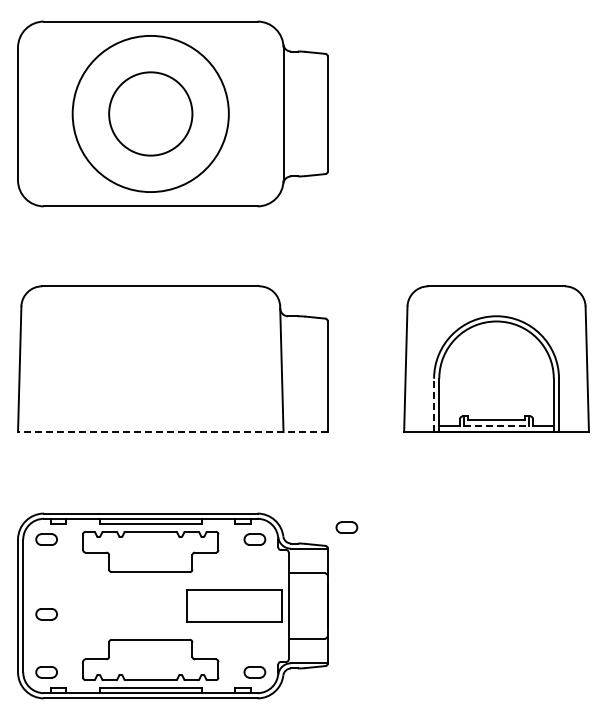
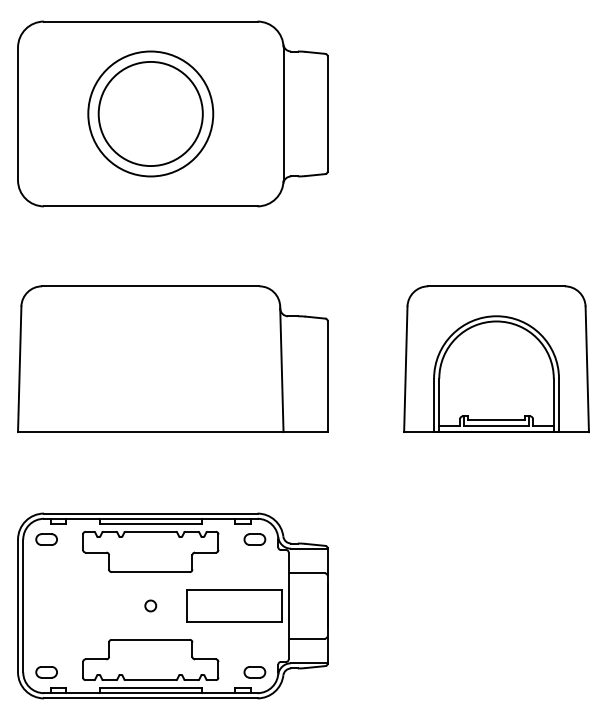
circle at (150, 113) diameter: 156 px -> 125 px
circle at (150, 113) diameter: 83 px -> 104 px
line at (434, 405): dashed -> solid
line at (496, 425): dashed -> solid
line at (172, 432): dashed -> solid
part at (346, 527): present -> none
circle at (150, 605): none -> present
part at (46, 614): present -> none
